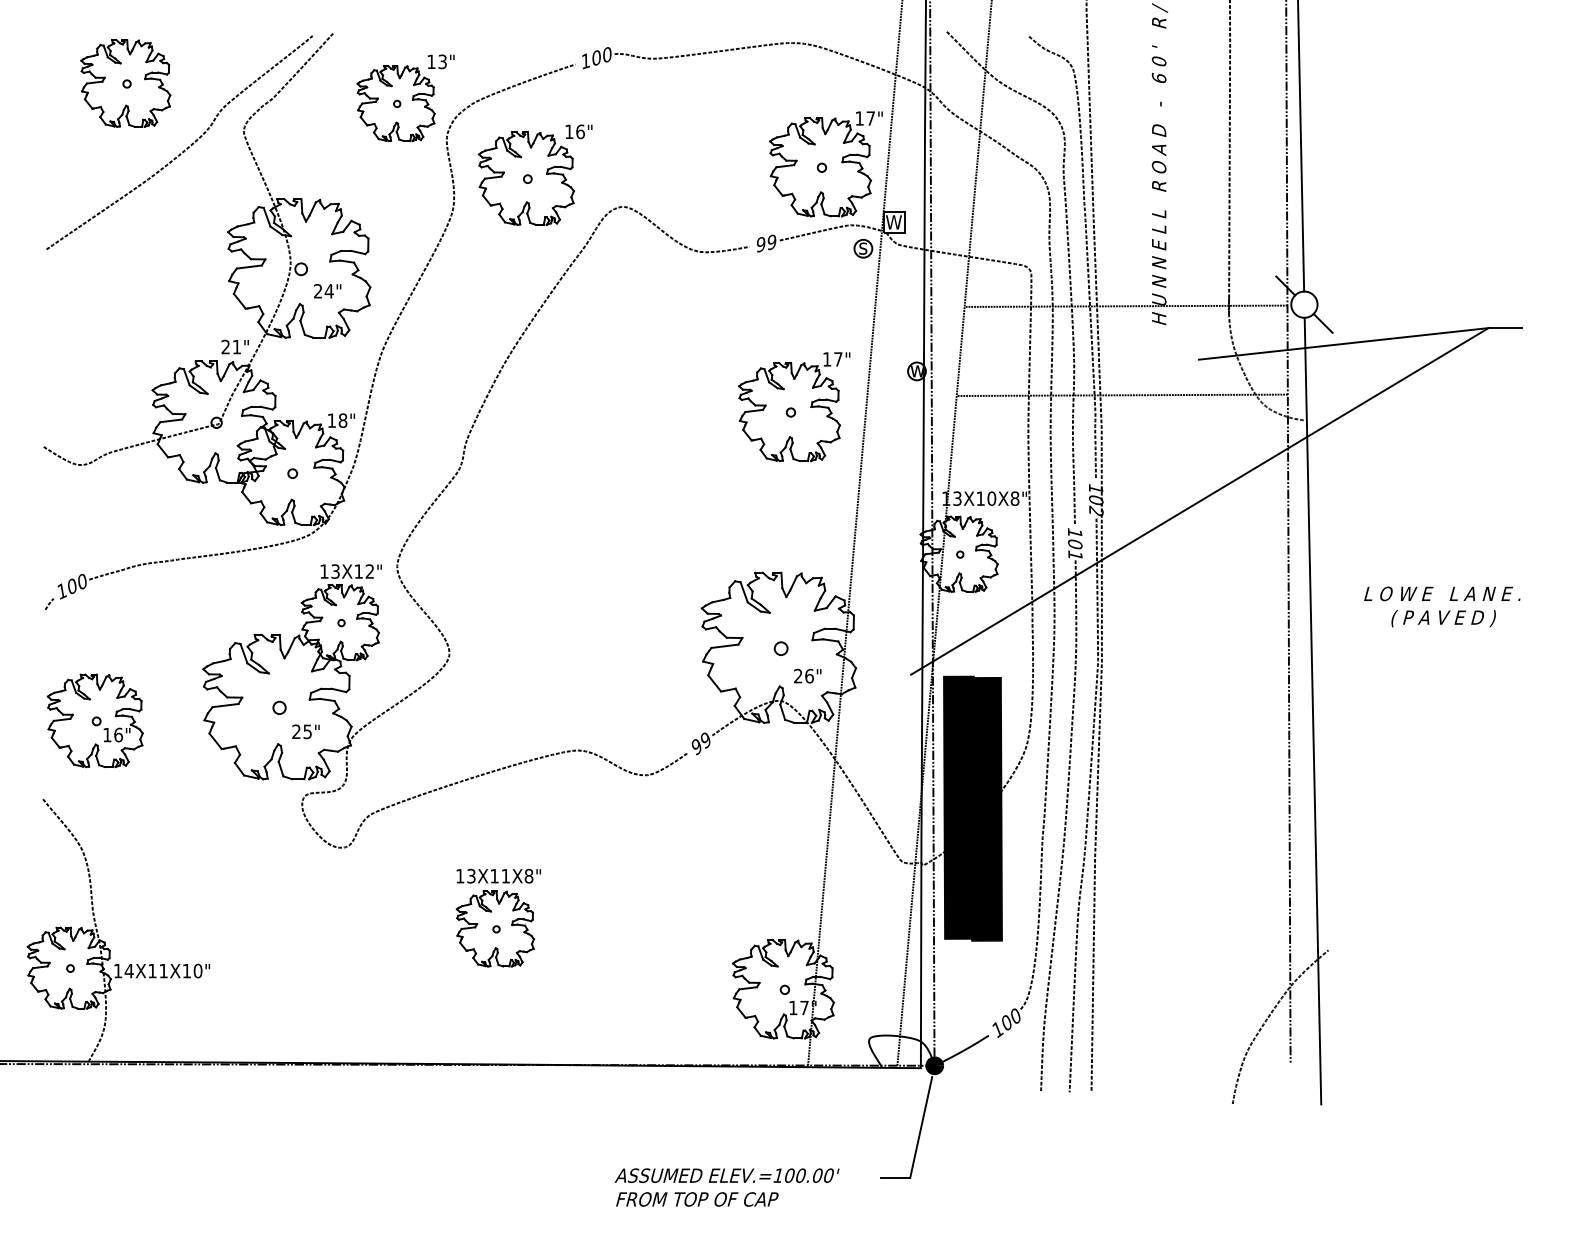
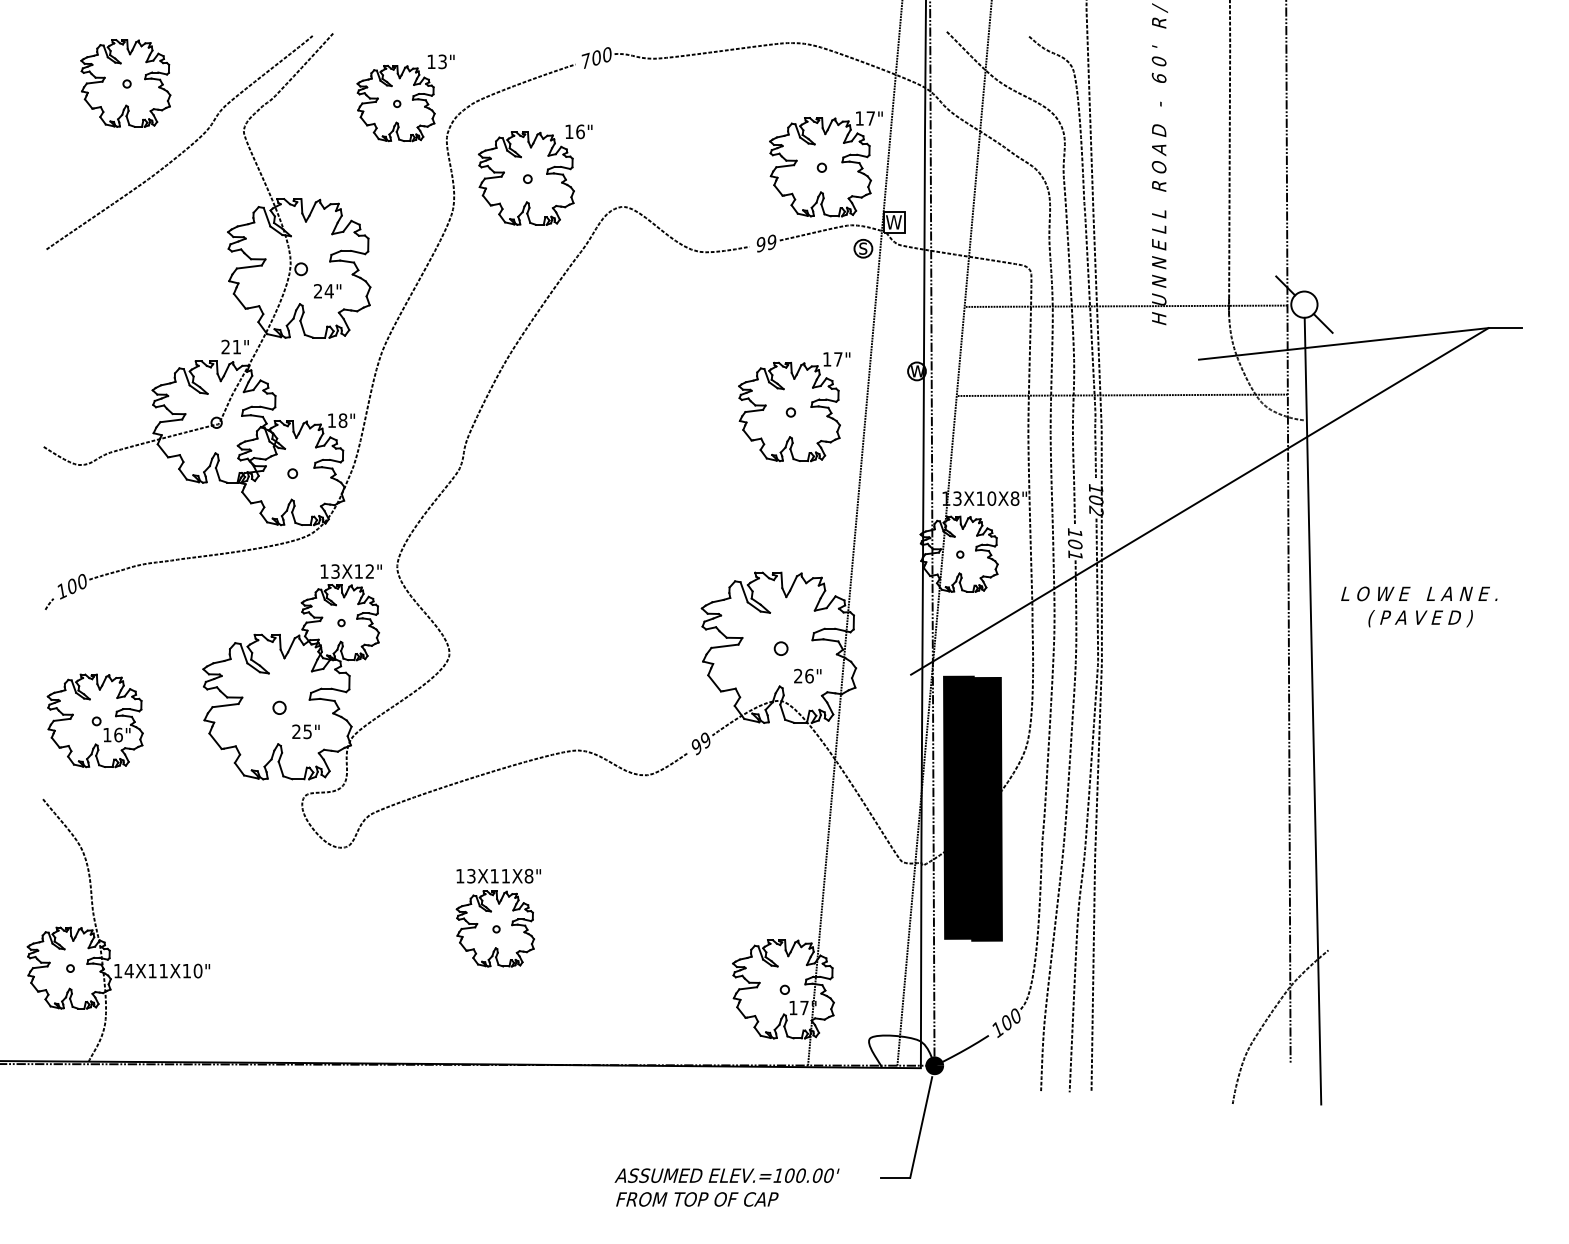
text at (585, 60): 100 -> 700
line at (1301, 146): present -> none
text at (1442, 606) position: (1442, 606) -> (1419, 606)
